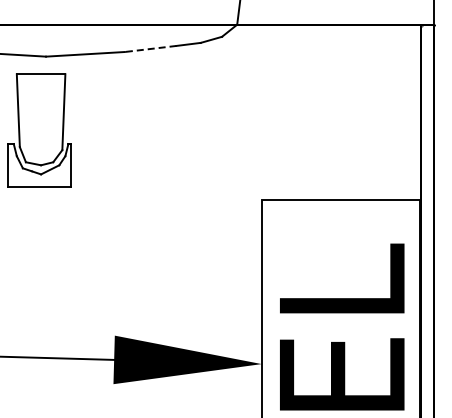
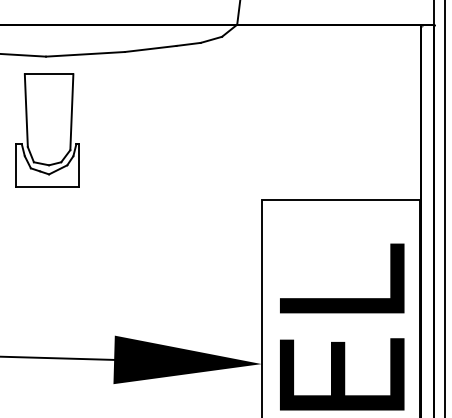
line at (150, 48): dashed -> solid
part at (39, 130) position: (39, 130) -> (47, 130)
line at (445, 208): none -> present
